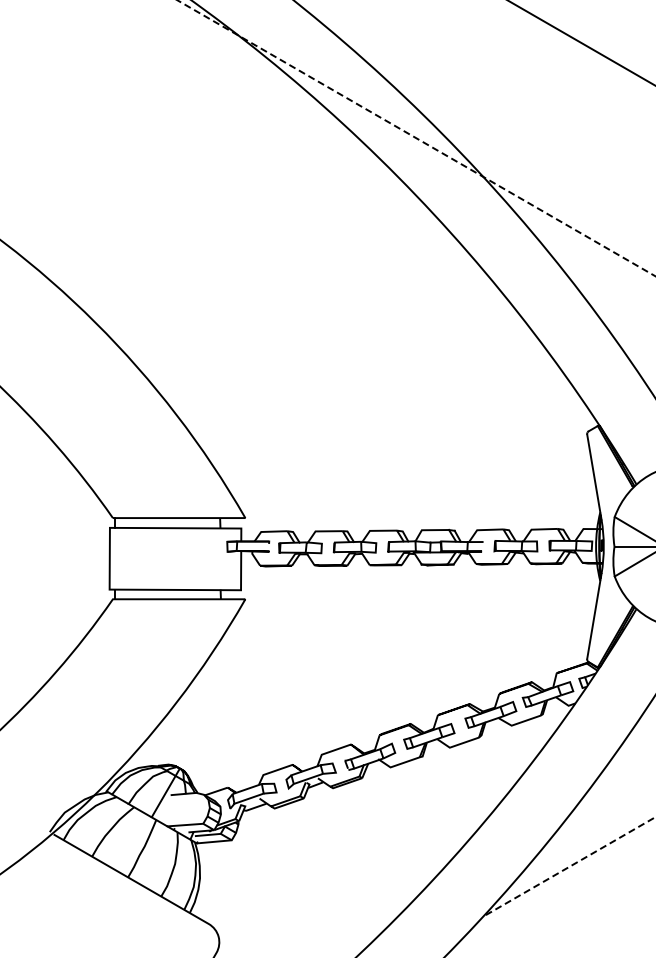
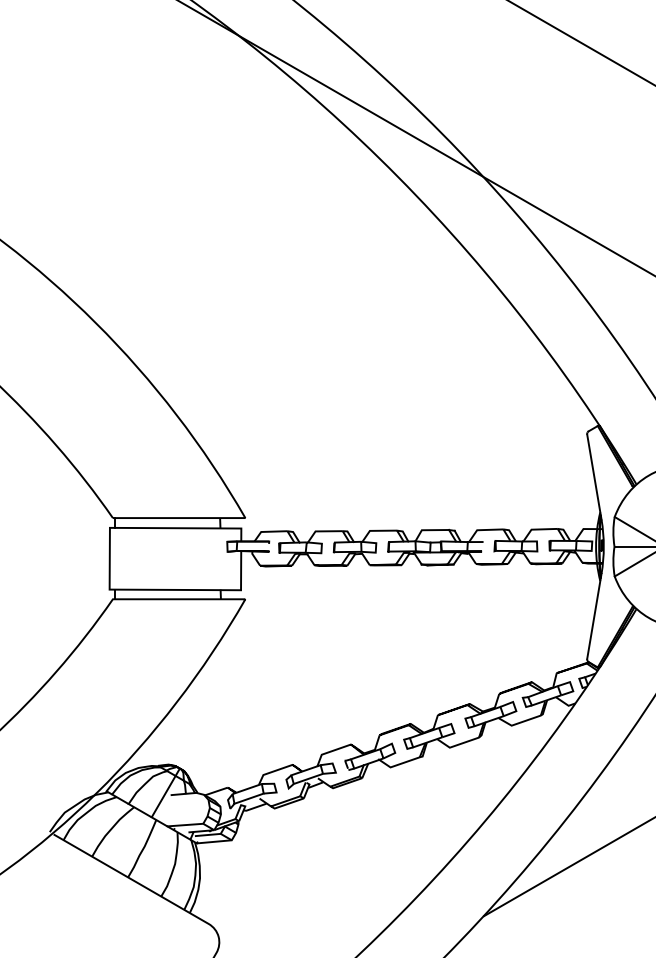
line at (416, 138): dashed -> solid
line at (569, 866): dashed -> solid
